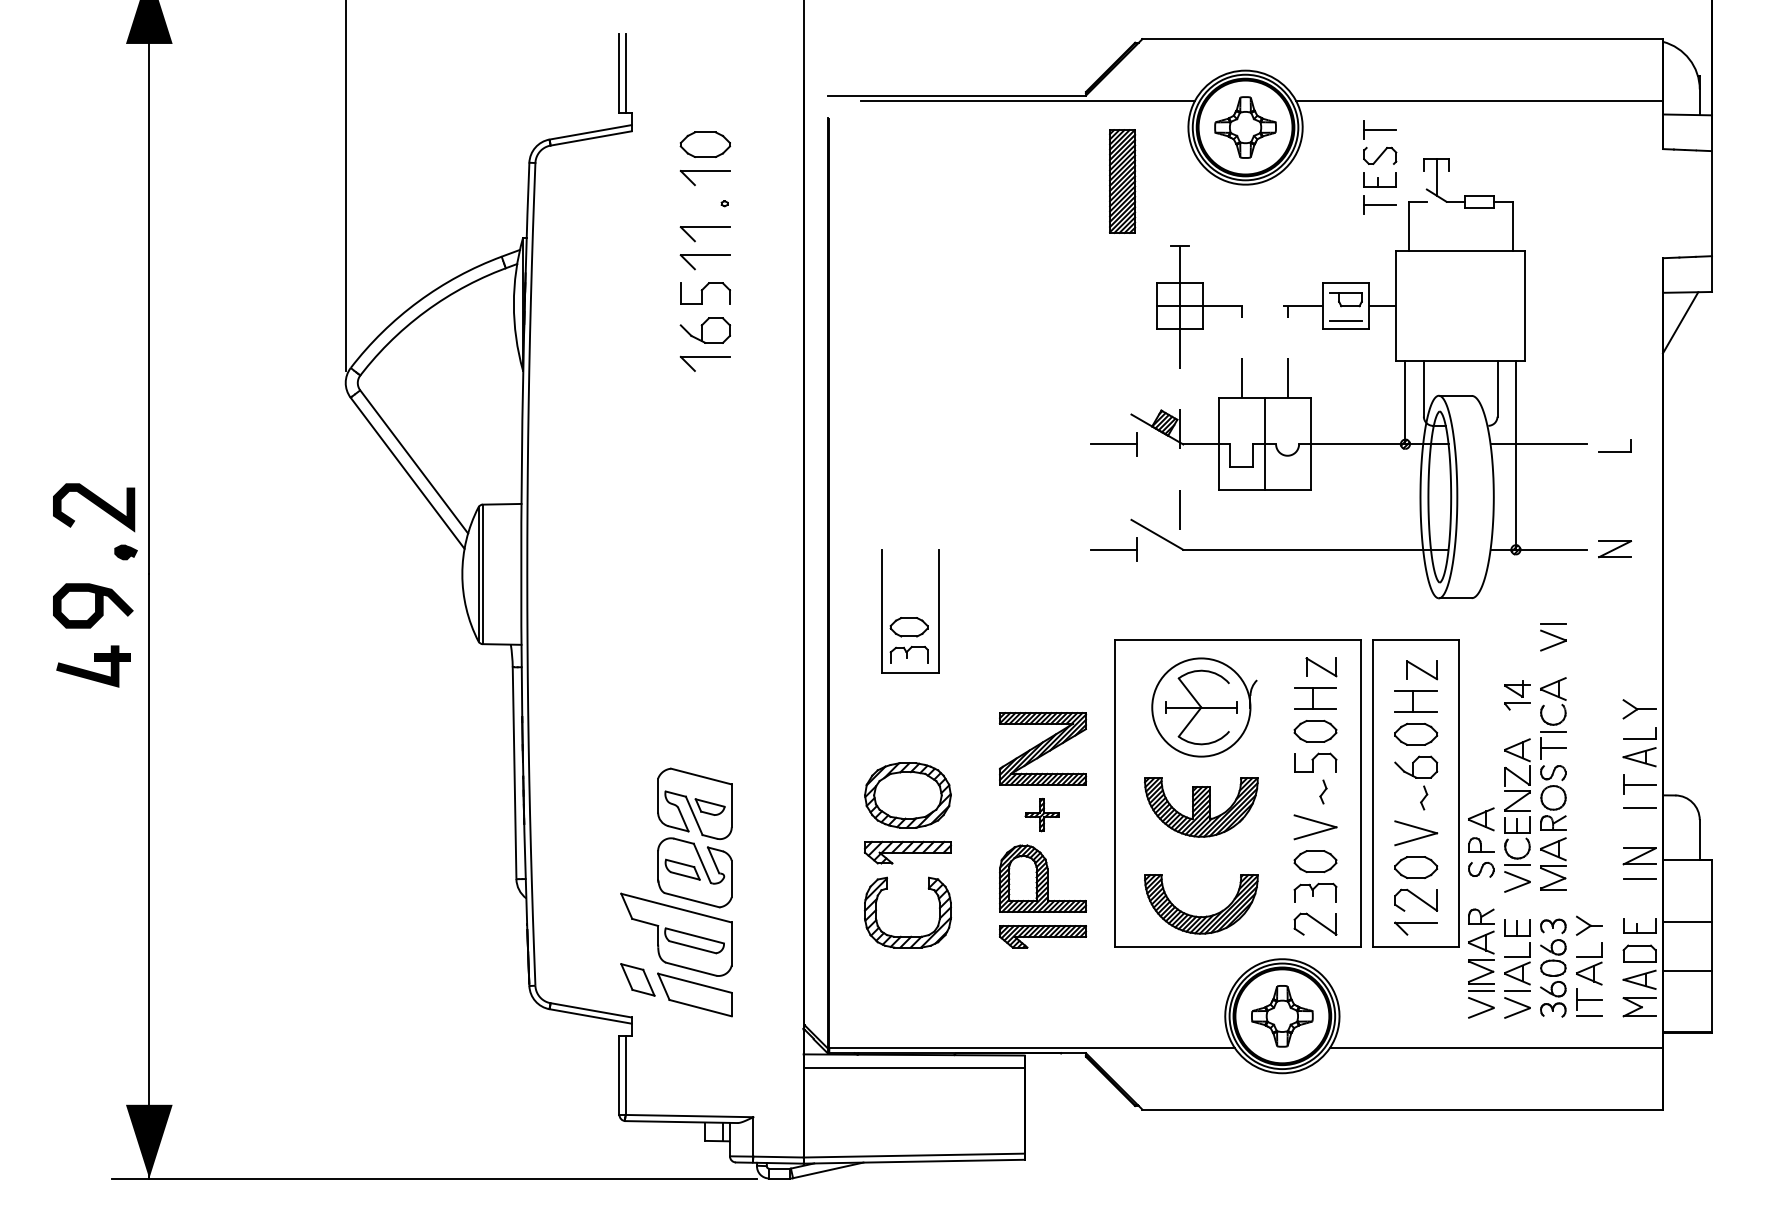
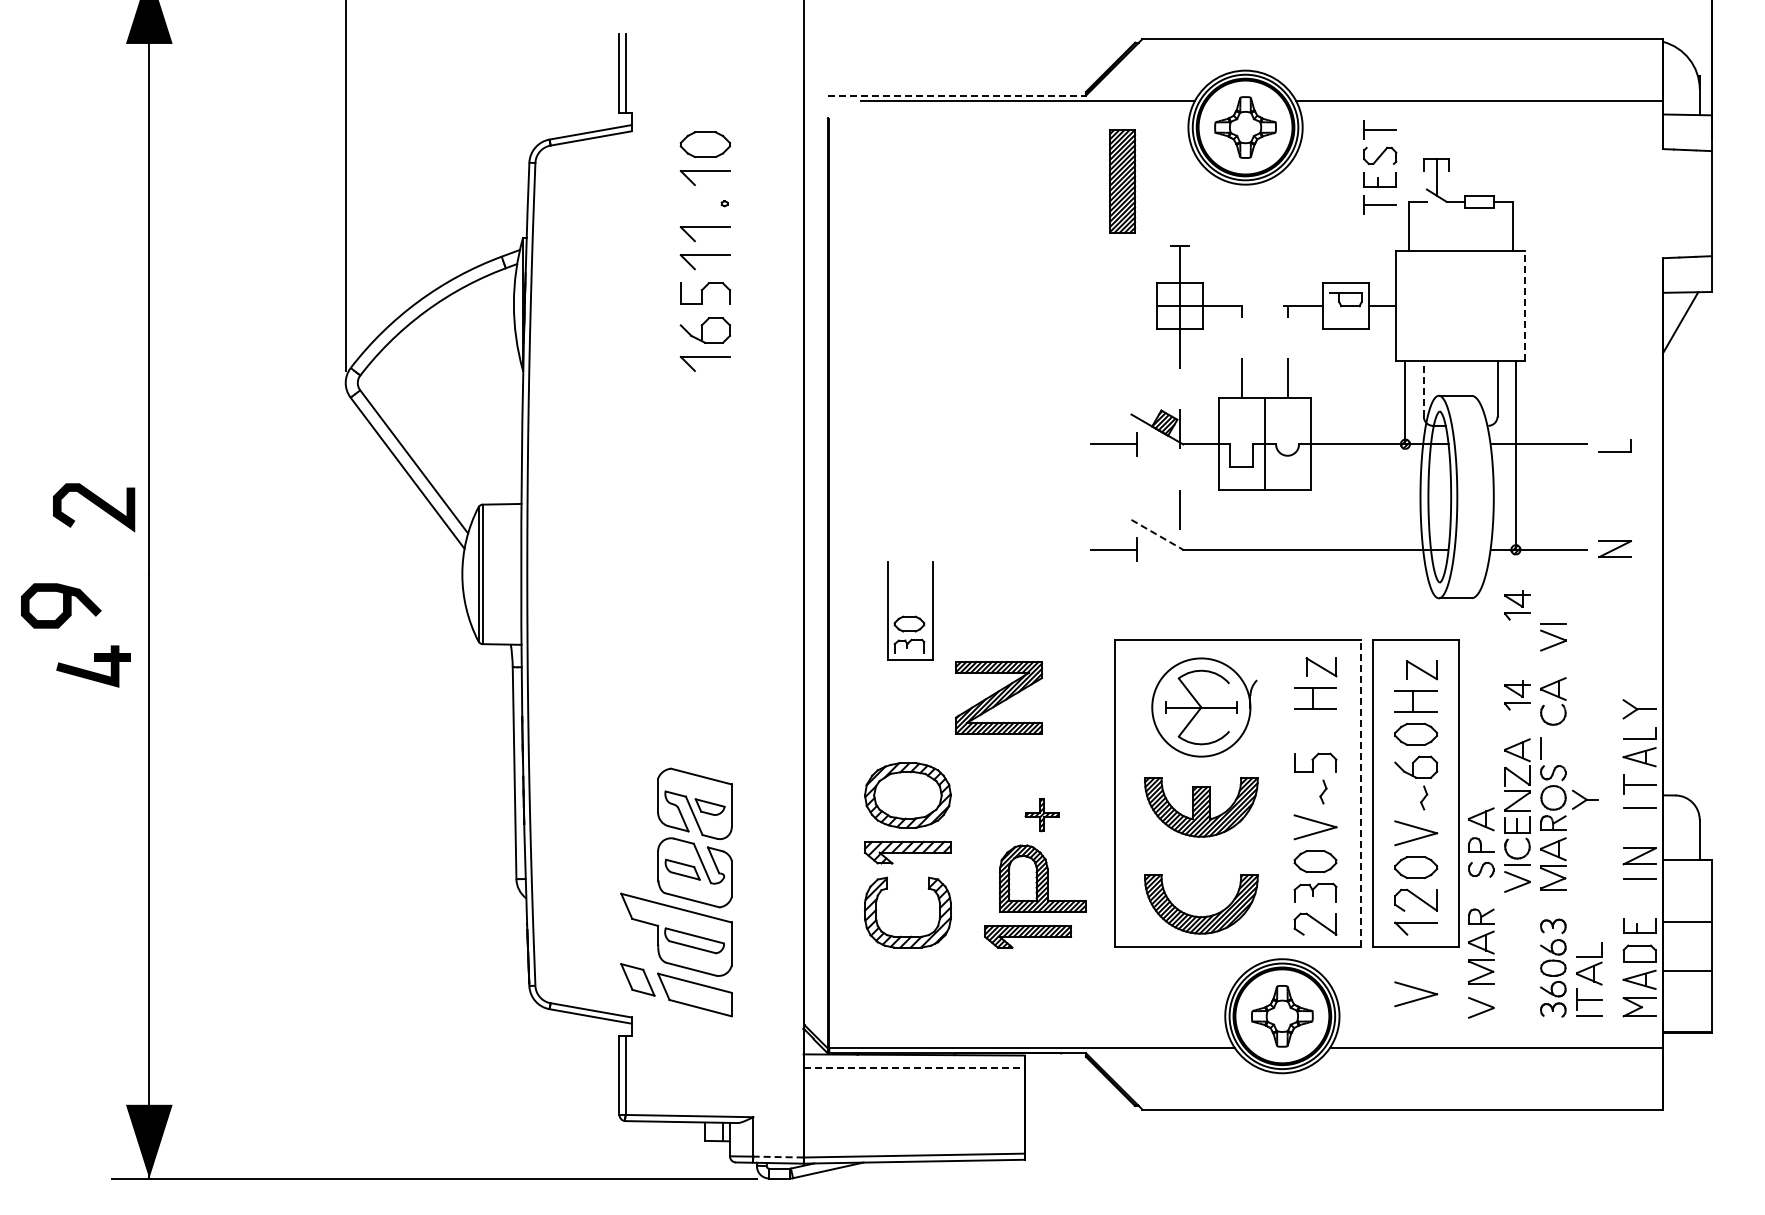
line at (957, 95): solid -> dashed
line at (1525, 305): solid -> dashed
line at (1345, 320): present -> none
line at (1423, 389): solid -> dashed
line at (1157, 534): solid -> dashed
part at (125, 552): present -> none
curve at (95, 605) position: (95, 605) -> (63, 605)
part at (1517, 605): none -> present
part at (910, 611) size: 59x125 px -> 47x100 px
part at (1315, 731): present -> none
line at (1553, 731): present -> none
part at (1042, 748) position: (1042, 748) -> (998, 697)
line at (1553, 748): present -> none
line at (1360, 792): solid -> dashed
part at (1589, 925) position: (1589, 925) -> (1585, 799)
part at (1042, 936) position: (1042, 936) -> (1027, 936)
part at (1517, 968): present -> none
line at (1481, 991): present -> none
part at (1416, 994): none -> present
line at (914, 1067): solid -> dashed
line at (777, 1157): solid -> dashed
